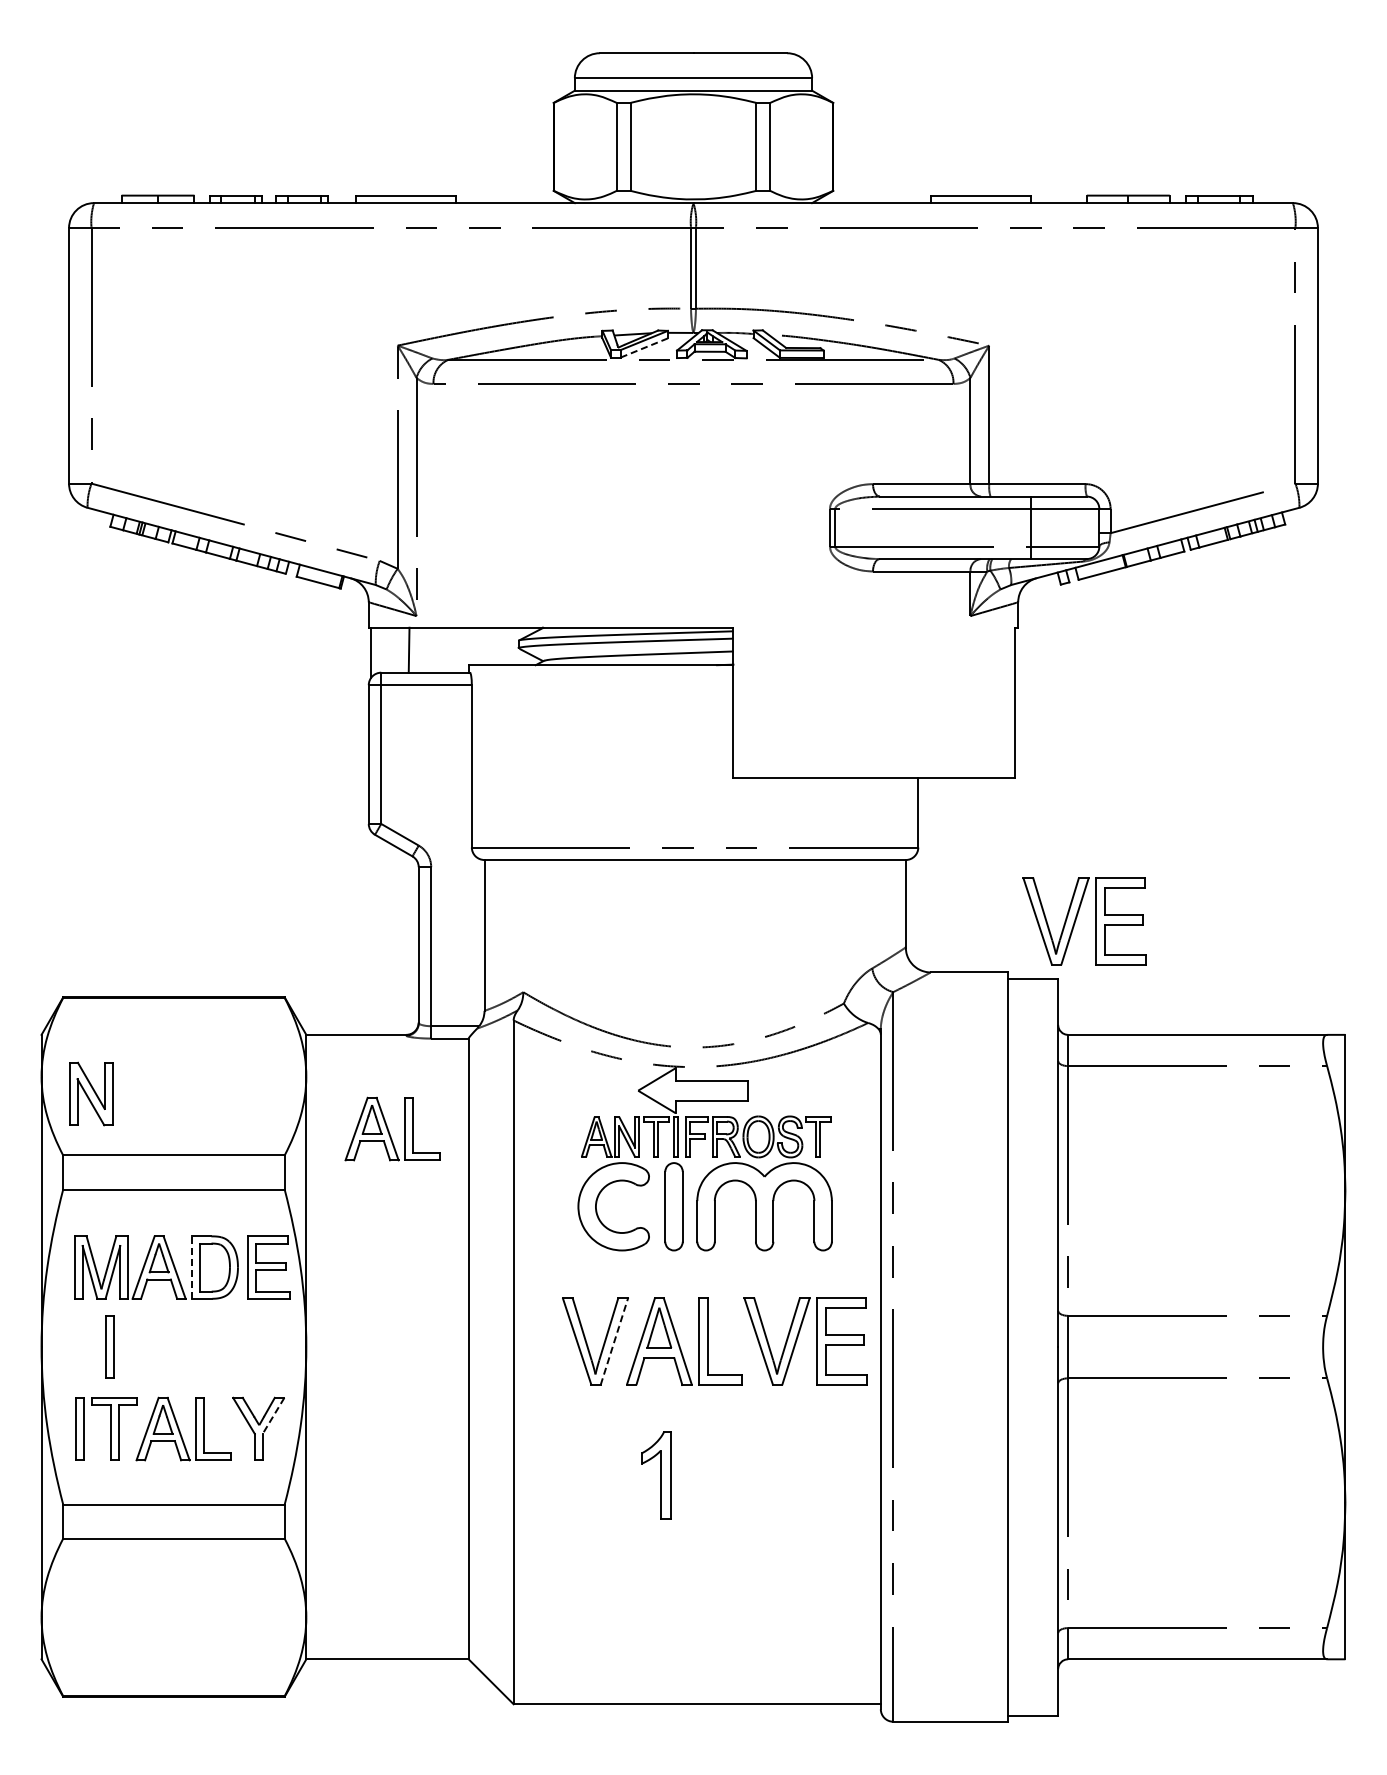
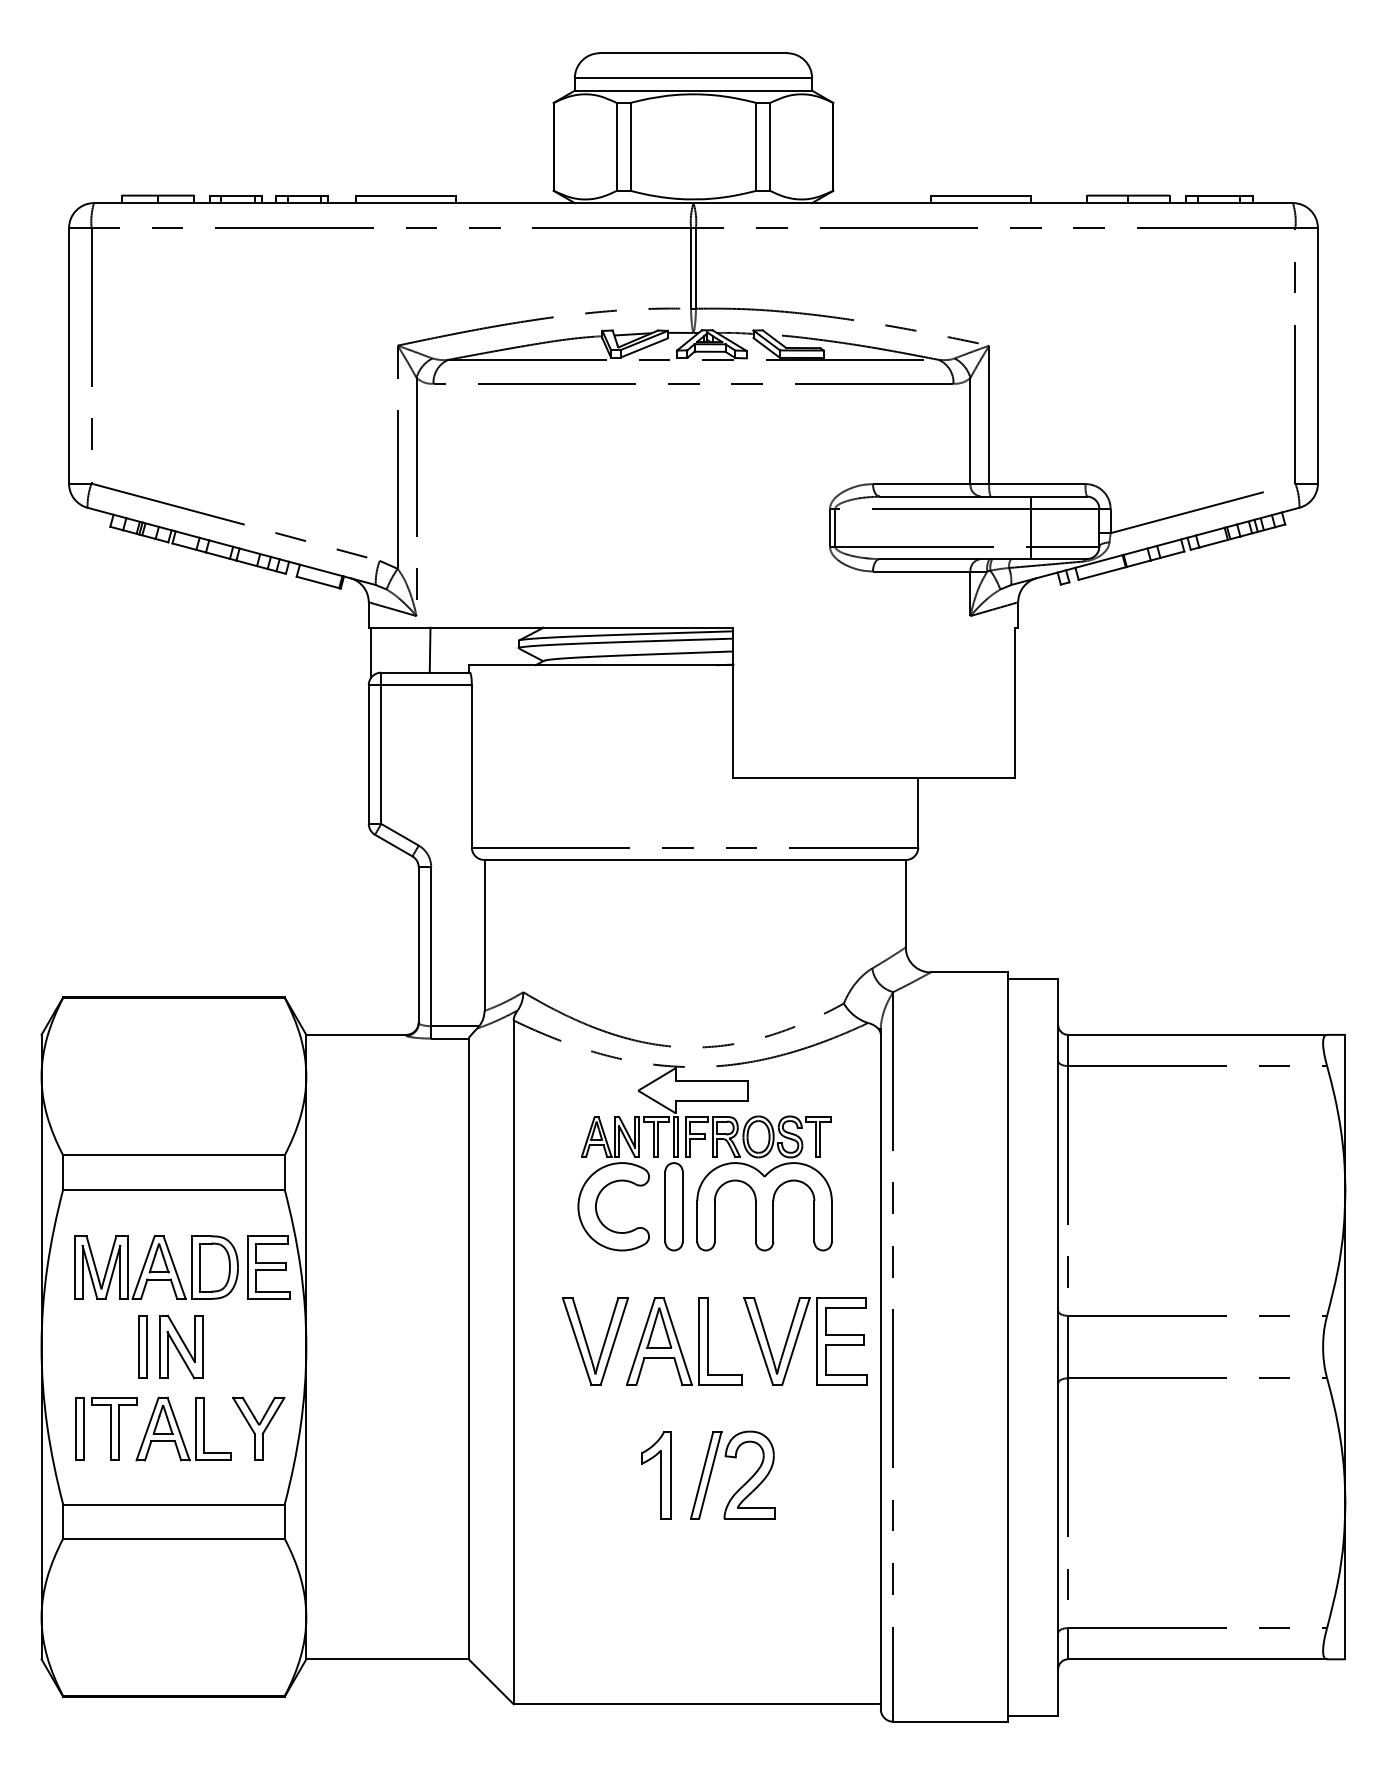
line at (644, 347): dashed -> solid
line at (408, 649) position: (408, 649) -> (429, 649)
part at (1077, 917): present -> none
part at (91, 1093) position: (91, 1093) -> (181, 1346)
part at (392, 1128): present -> none
line at (192, 1267): dashed -> solid
line at (614, 1340): dashed -> solid
part at (109, 1346) position: (109, 1346) -> (142, 1346)
line at (273, 1415): dashed -> solid
part at (743, 1484): none -> present
